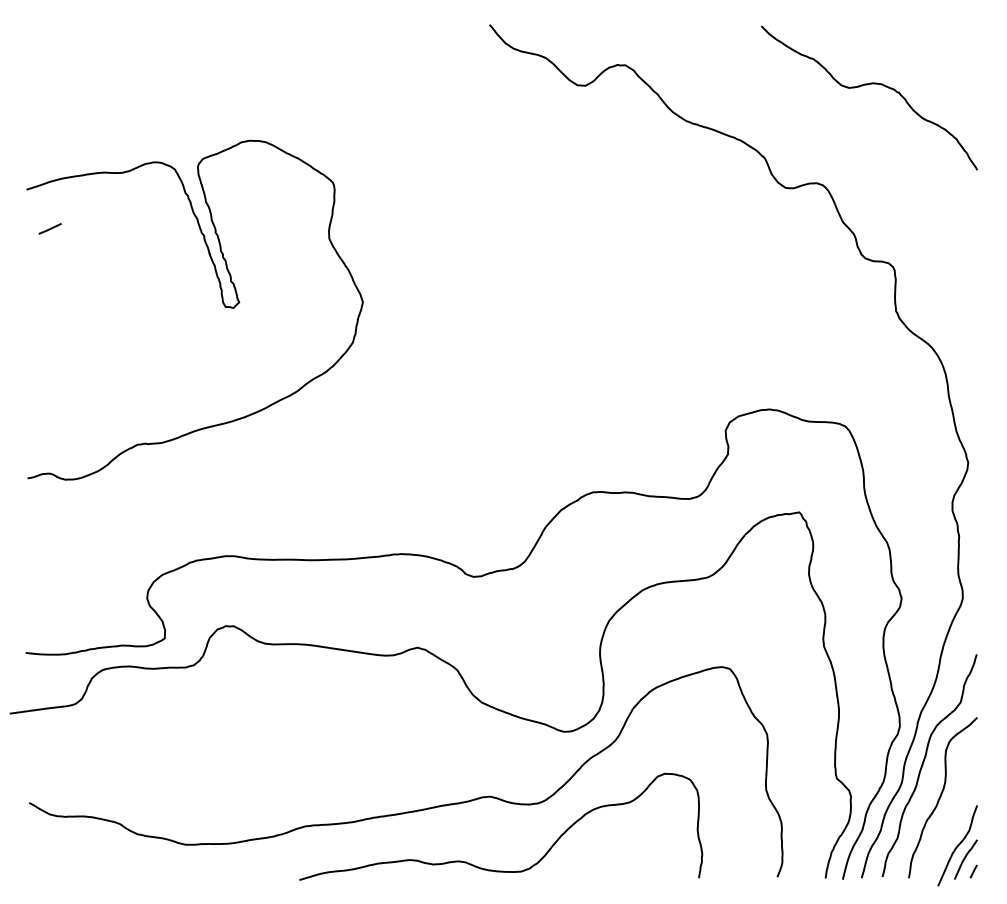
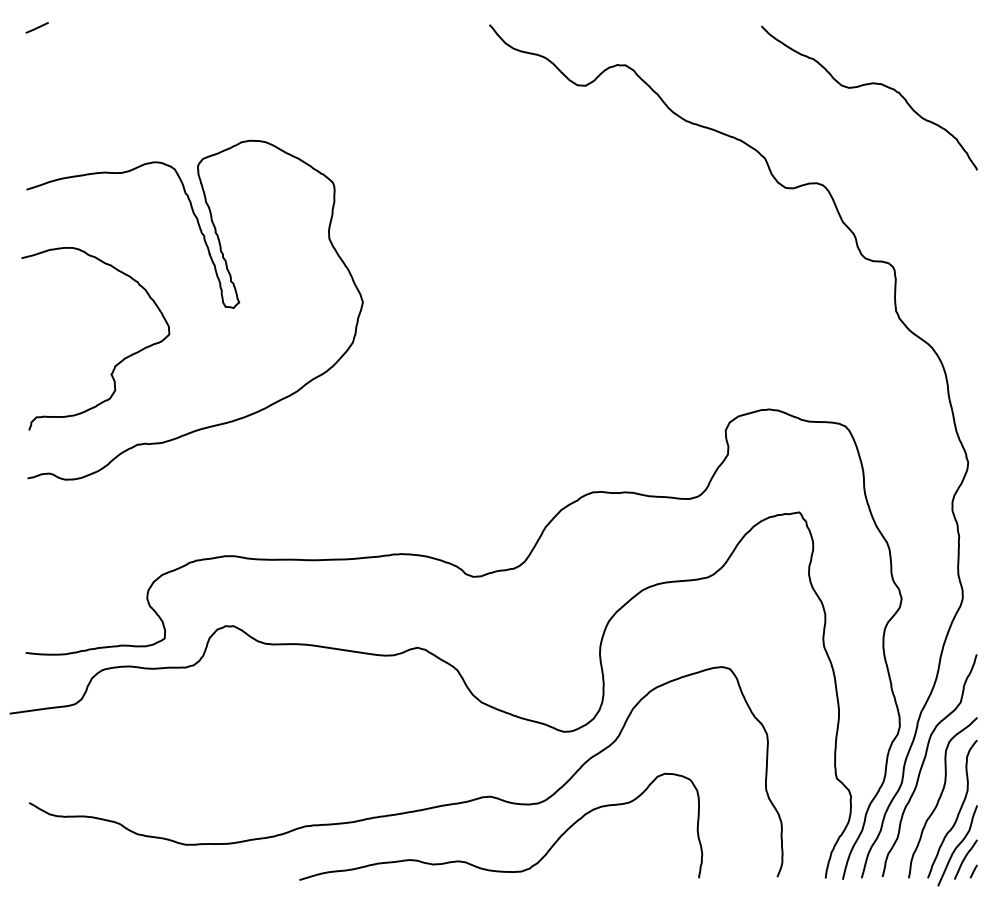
line at (49, 228) position: (49, 228) -> (36, 27)
curve at (114, 365): none -> present
curve at (958, 811): none -> present
